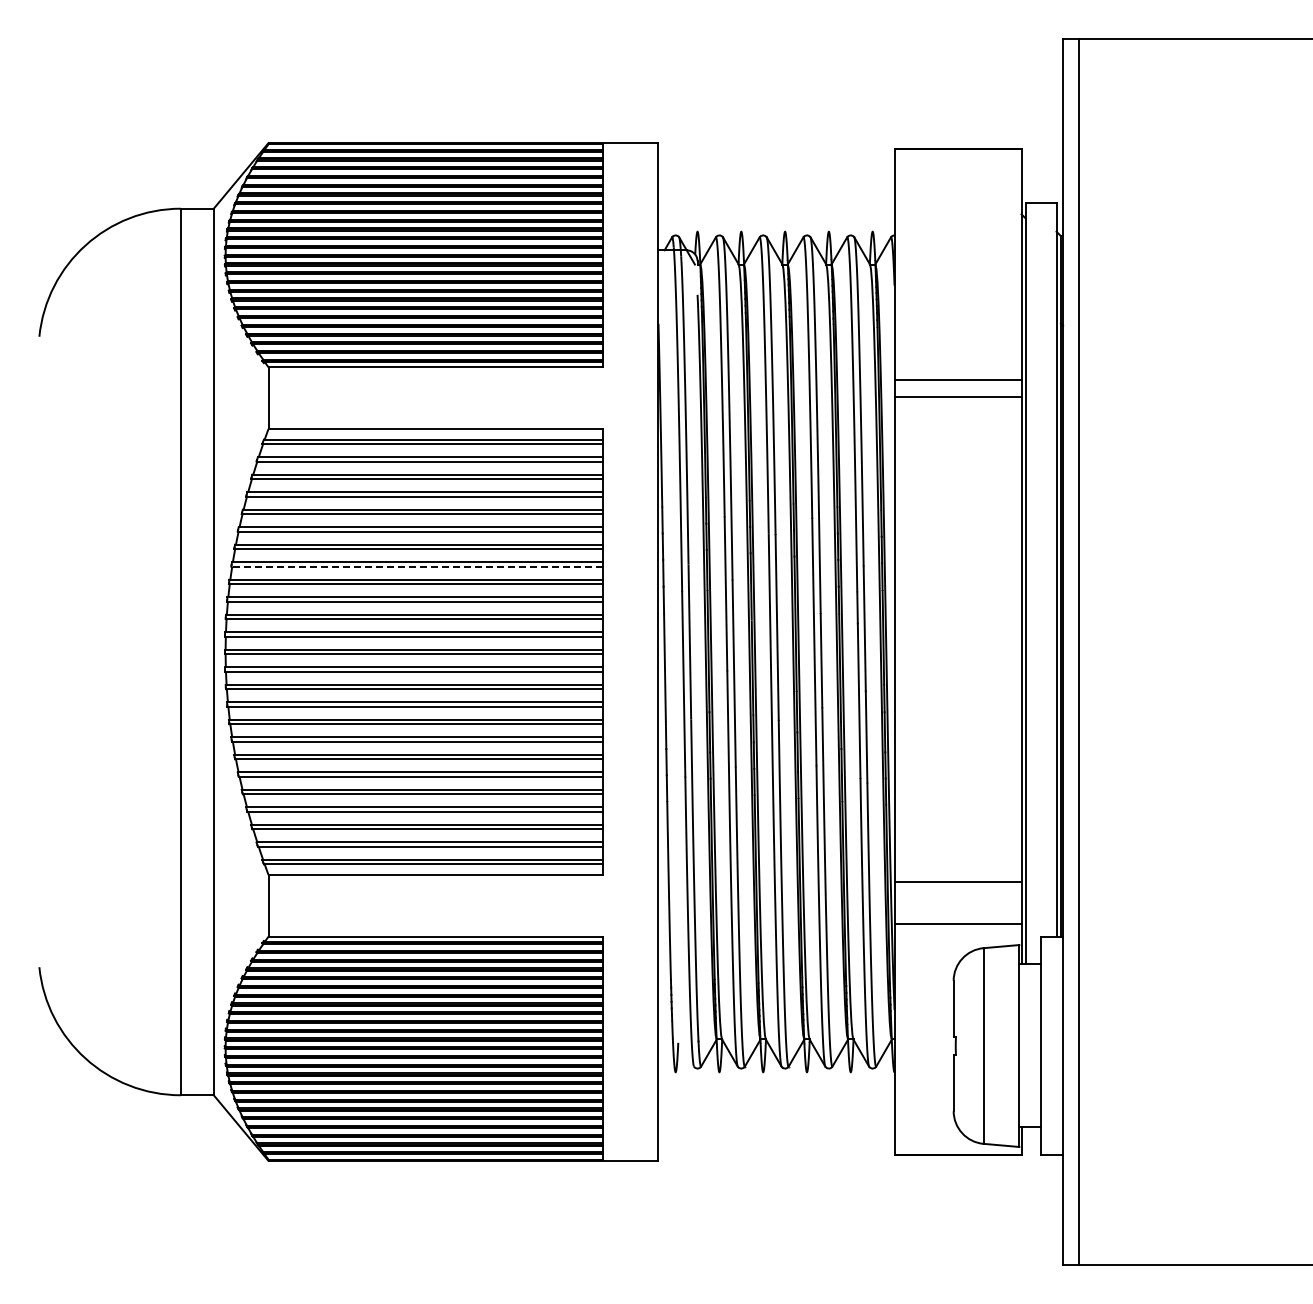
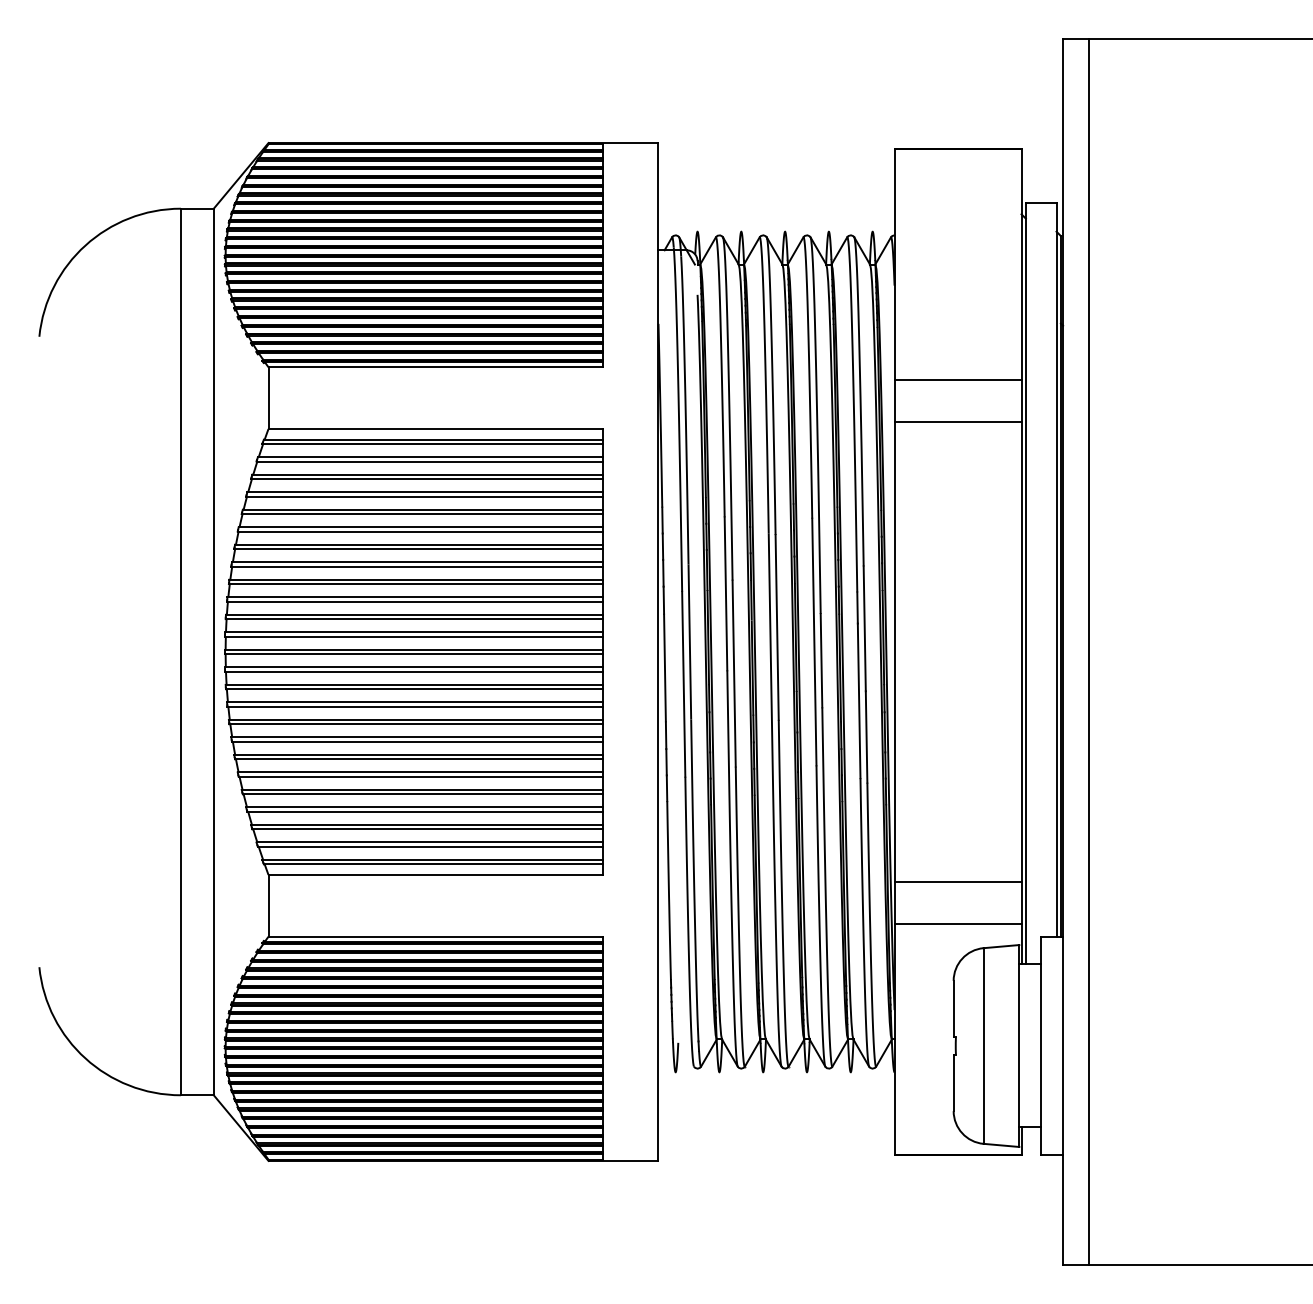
line at (957, 396) position: (957, 396) -> (957, 421)
line at (416, 566): dashed -> solid
line at (1079, 651) position: (1079, 651) -> (1089, 651)
